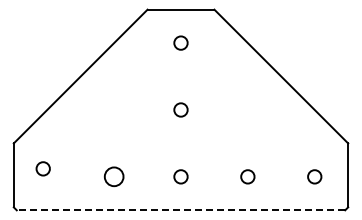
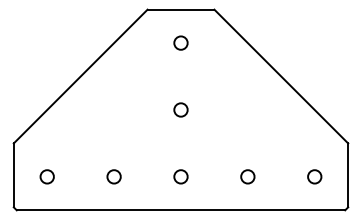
circle at (42, 168) position: (42, 168) -> (46, 176)
circle at (113, 176) size: 22x22 px -> 16x16 px
line at (180, 210): dashed -> solid
